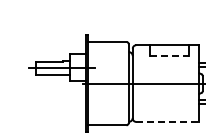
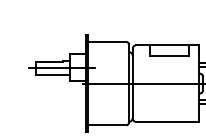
line at (169, 56): dashed -> solid
line at (167, 121): dashed -> solid
